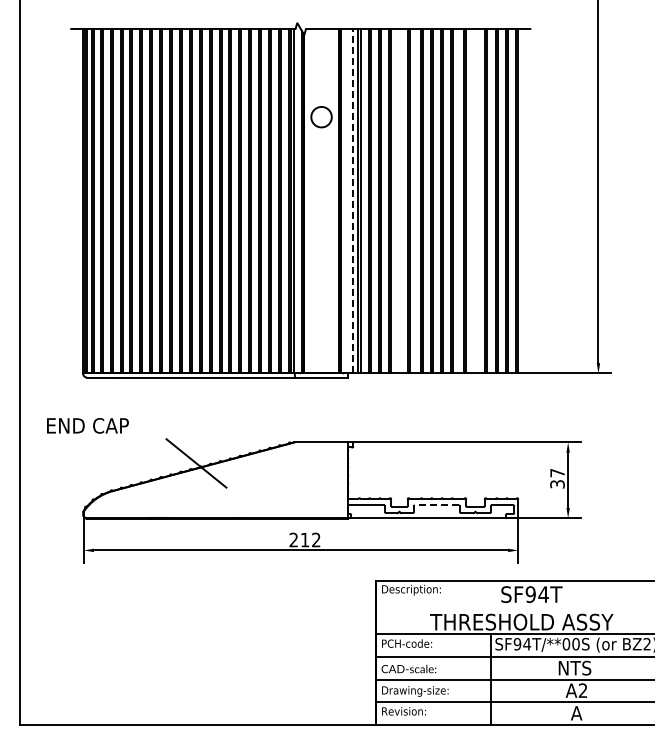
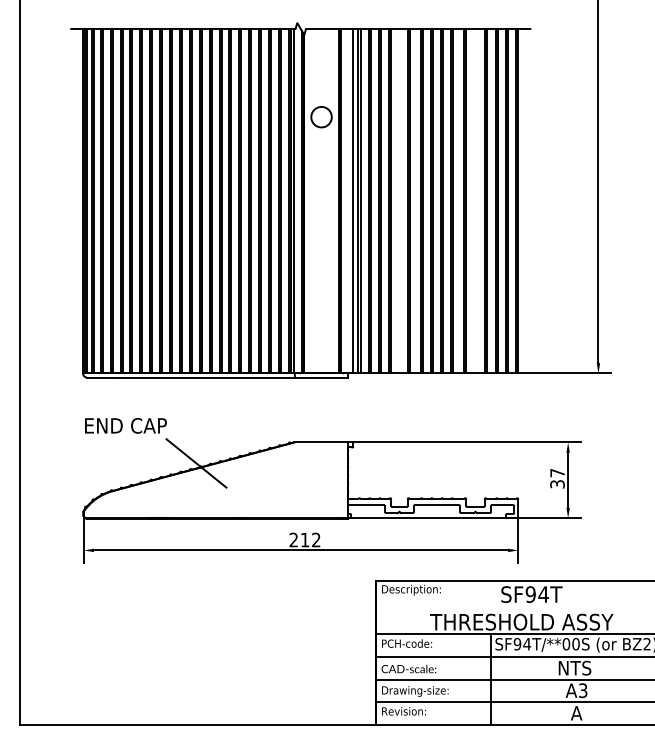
line at (353, 200): dashed -> solid
text at (87, 425) position: (87, 425) -> (125, 425)
line at (436, 505): dashed -> solid
text at (583, 690): A2 -> A3
